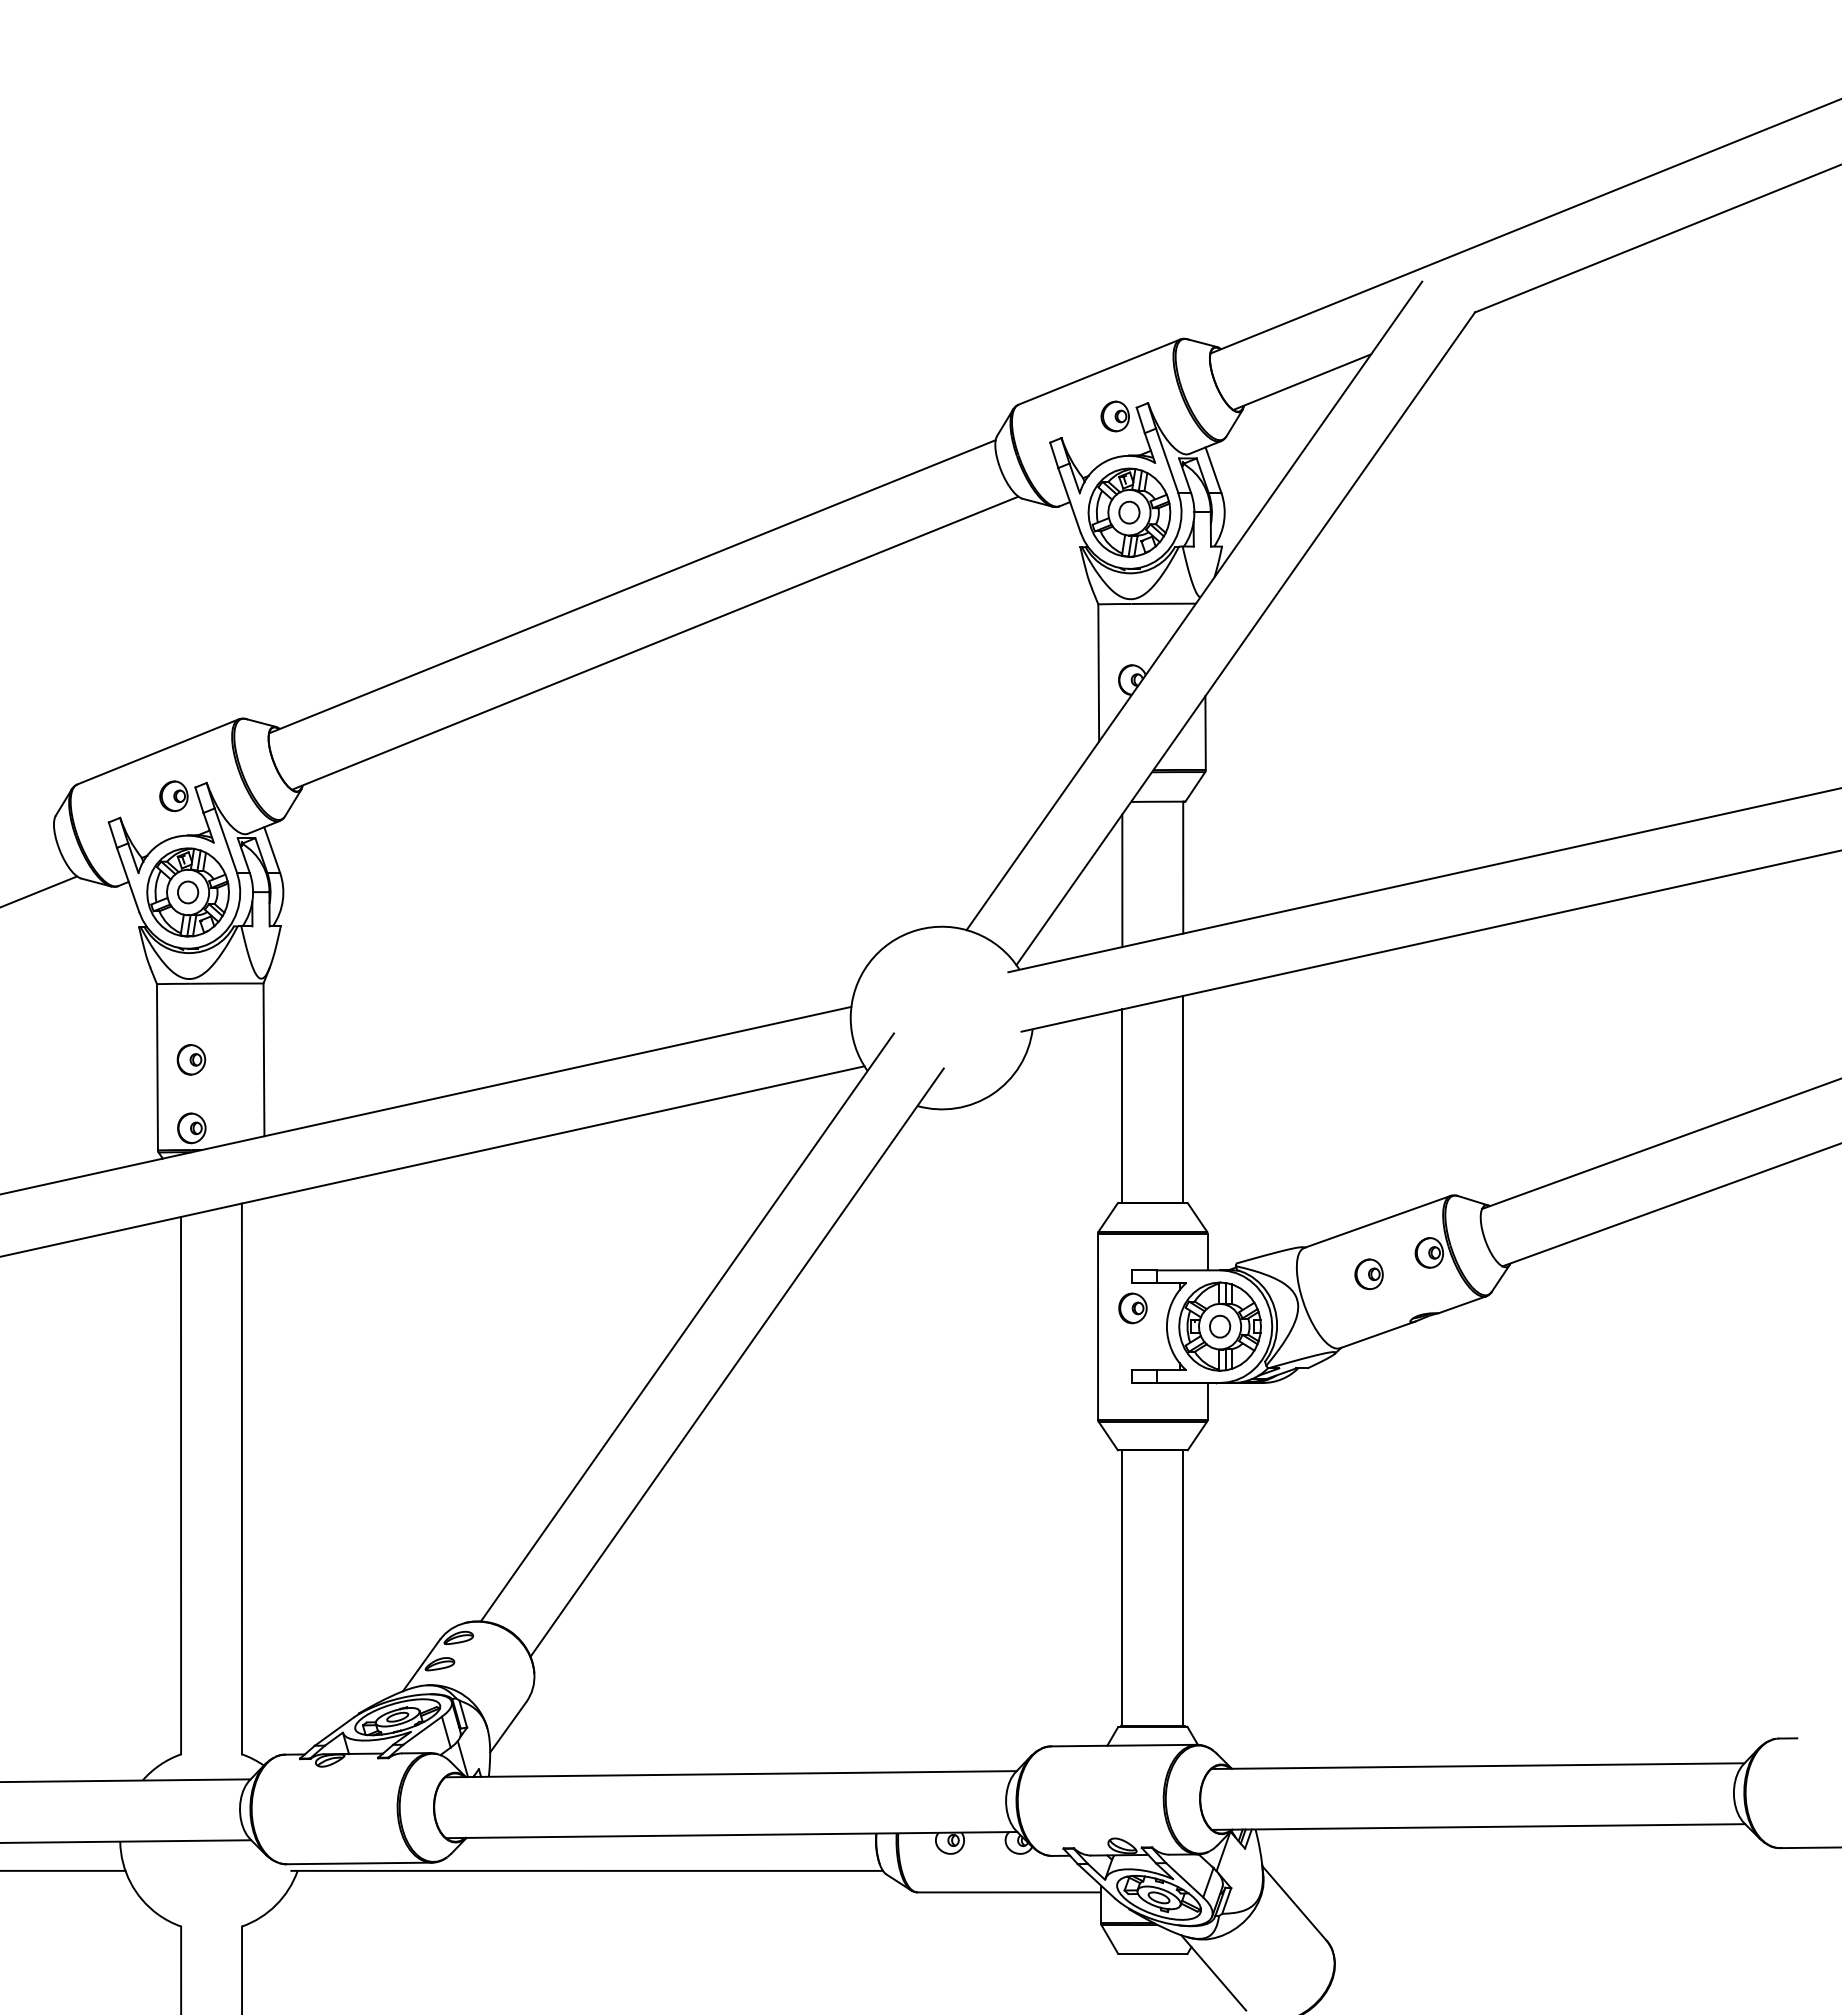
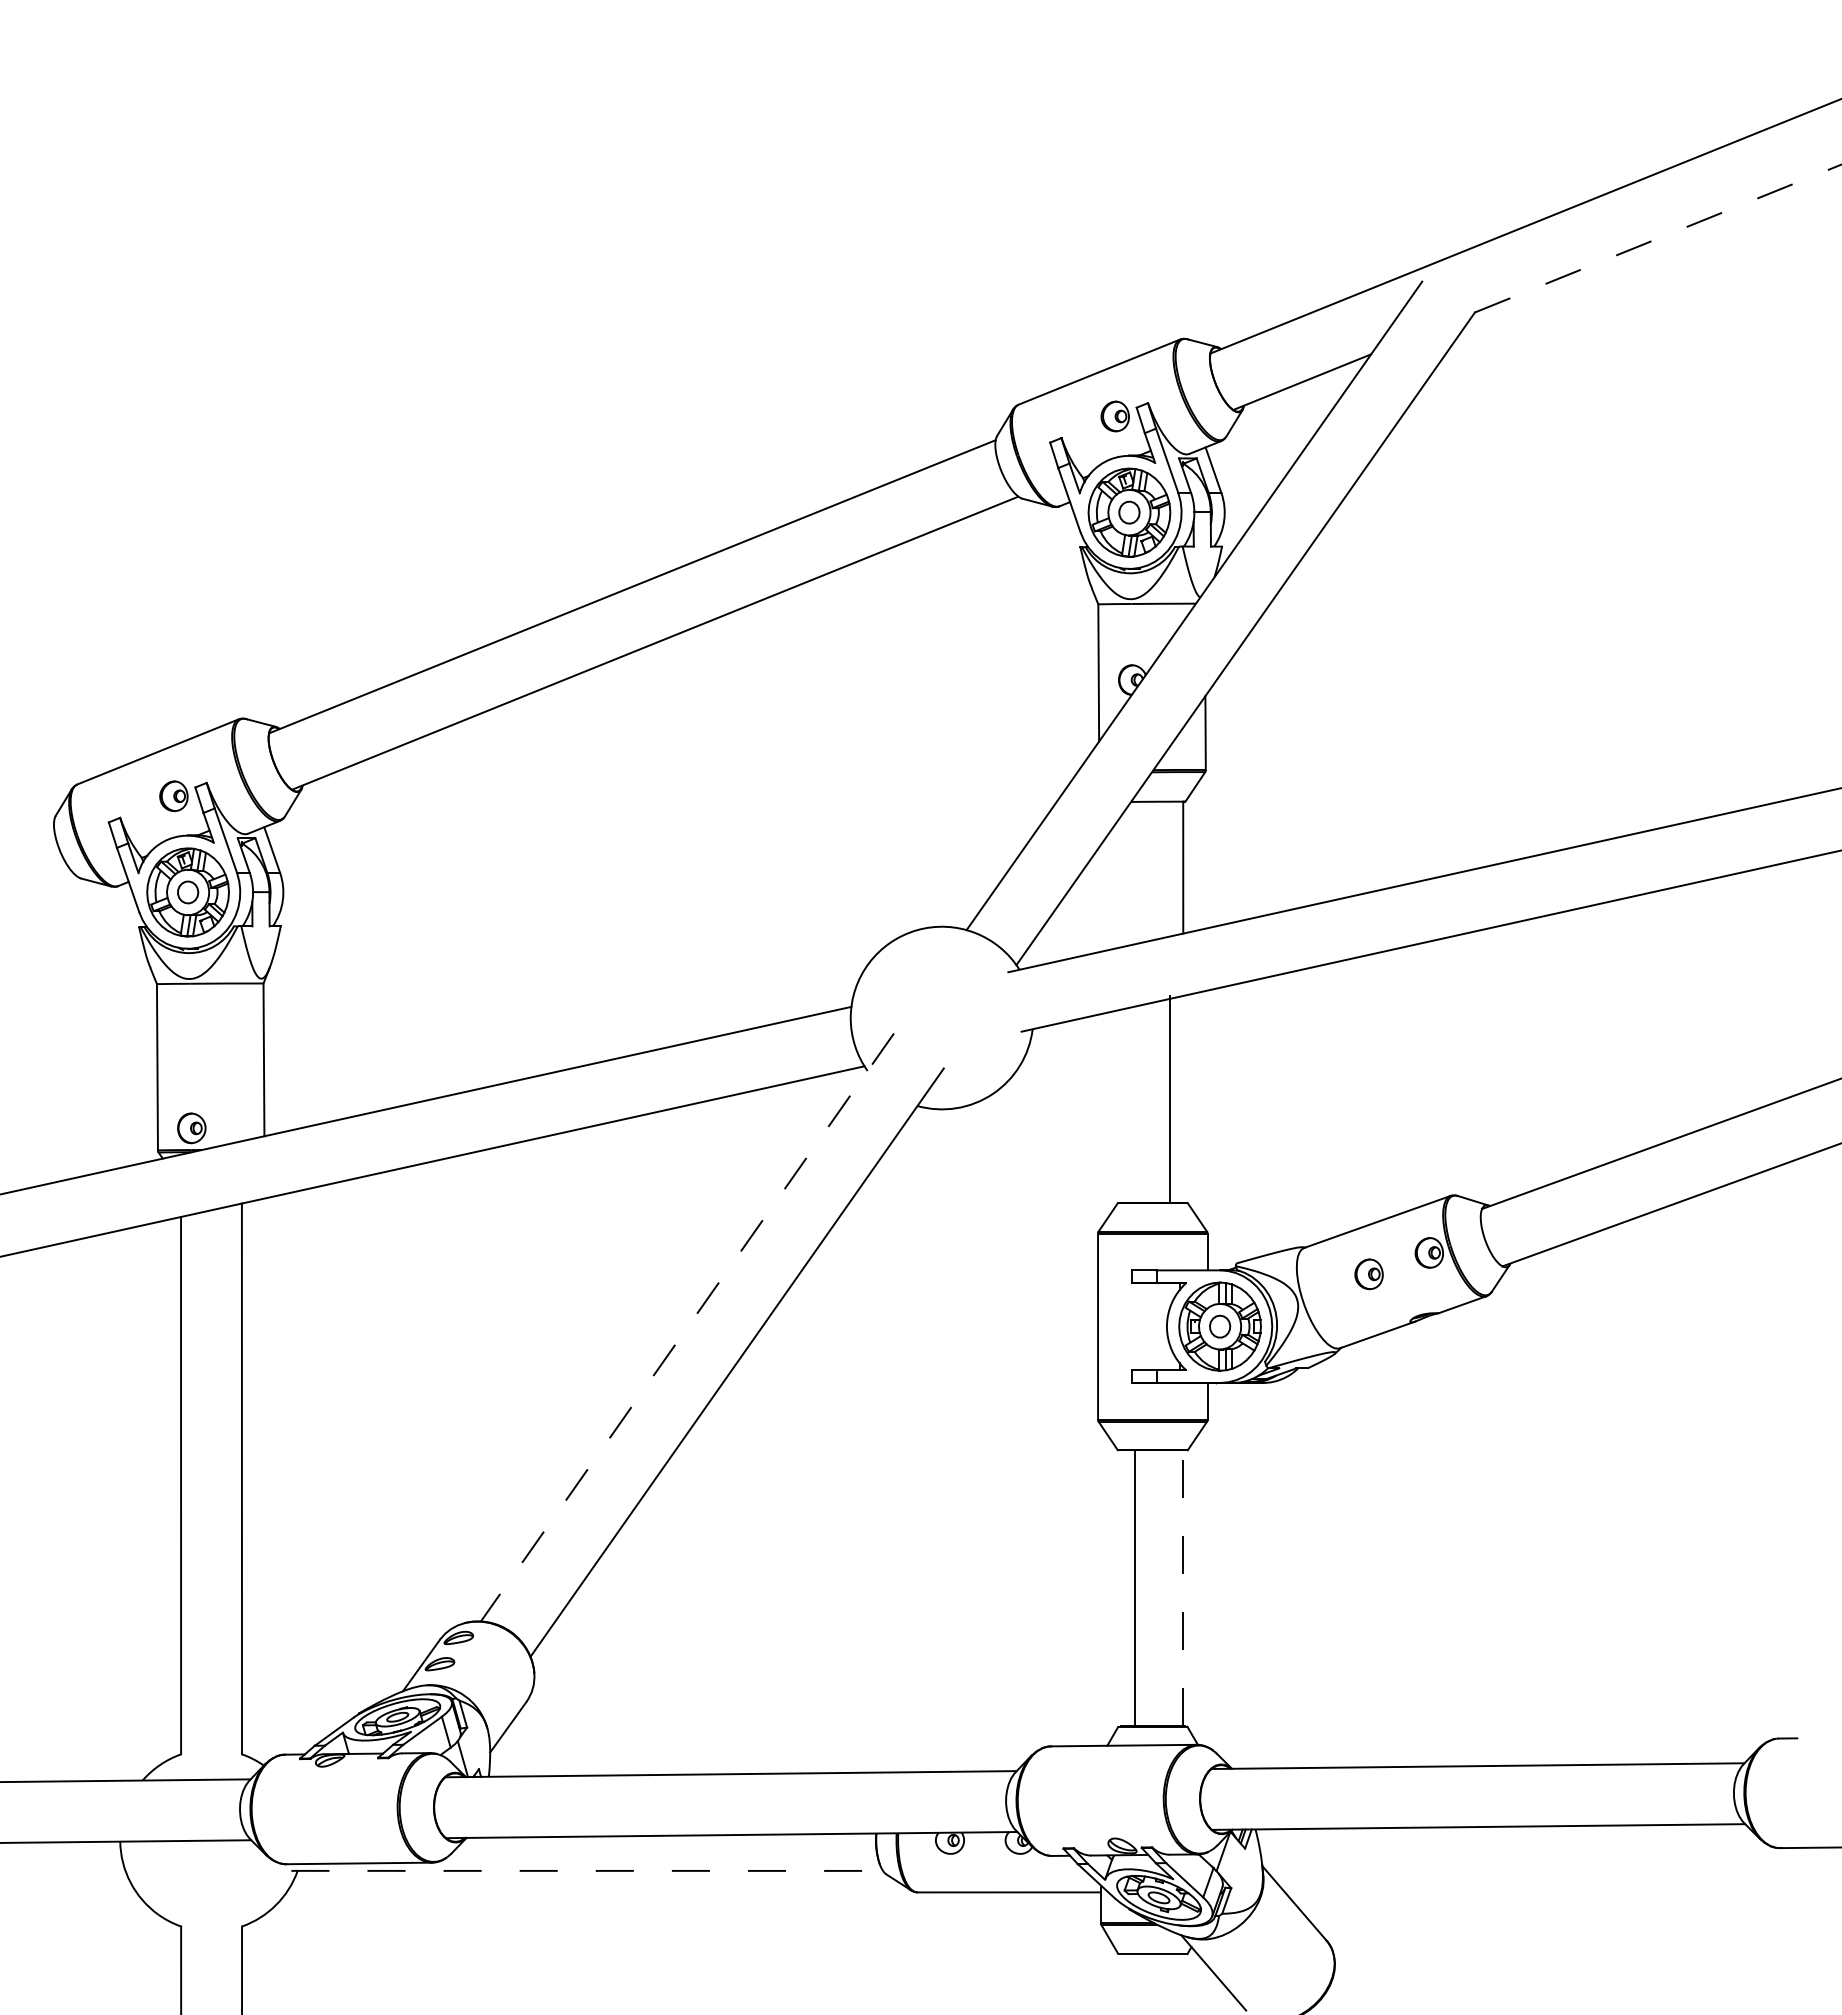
line at (1658, 238): solid -> dashed
line at (1122, 880): present -> none
line at (39, 891): present -> none
part at (191, 1059): present -> none
line at (1183, 1099) position: (1183, 1099) -> (1170, 1099)
line at (1122, 1106): present -> none
part at (1132, 1308): present -> none
line at (687, 1327): solid -> dashed
line at (1122, 1588) position: (1122, 1588) -> (1135, 1588)
line at (1183, 1588): solid -> dashed
line at (63, 1870): present -> none
line at (587, 1870): solid -> dashed
